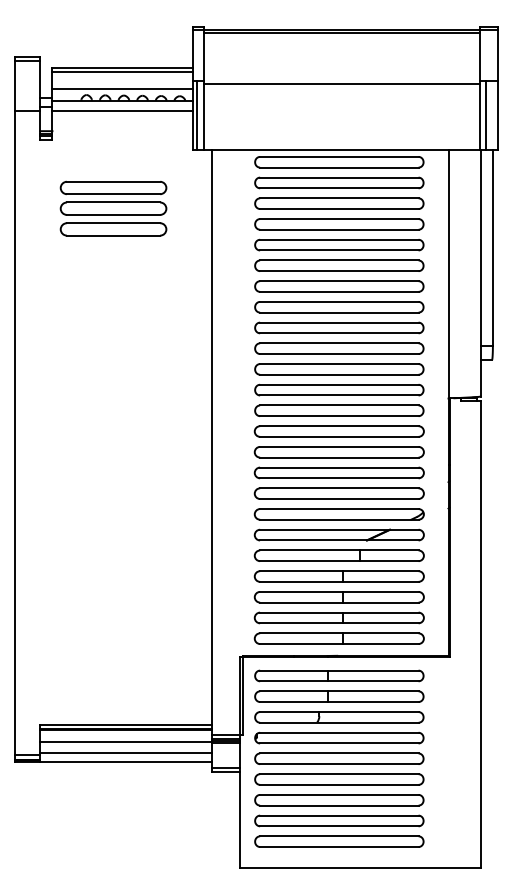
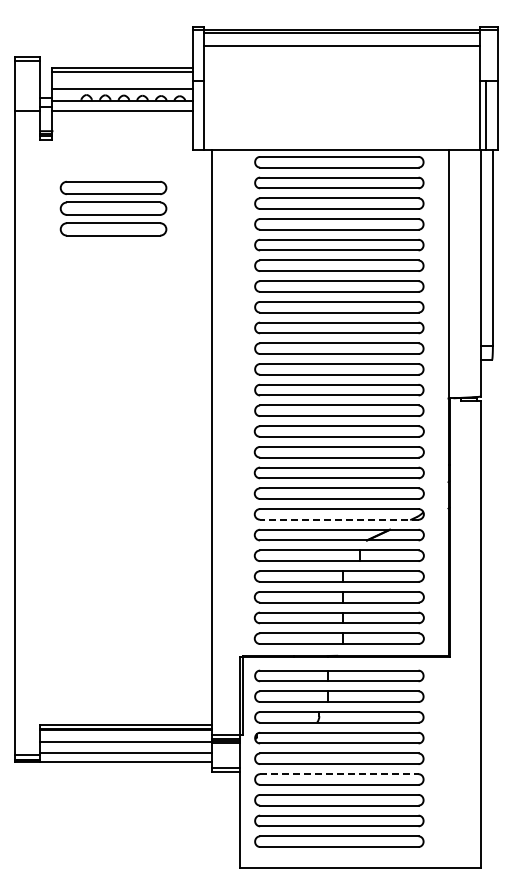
line at (341, 83) position: (341, 83) -> (341, 45)
line at (197, 114): present -> none
line at (338, 519): solid -> dashed
line at (339, 774): solid -> dashed
